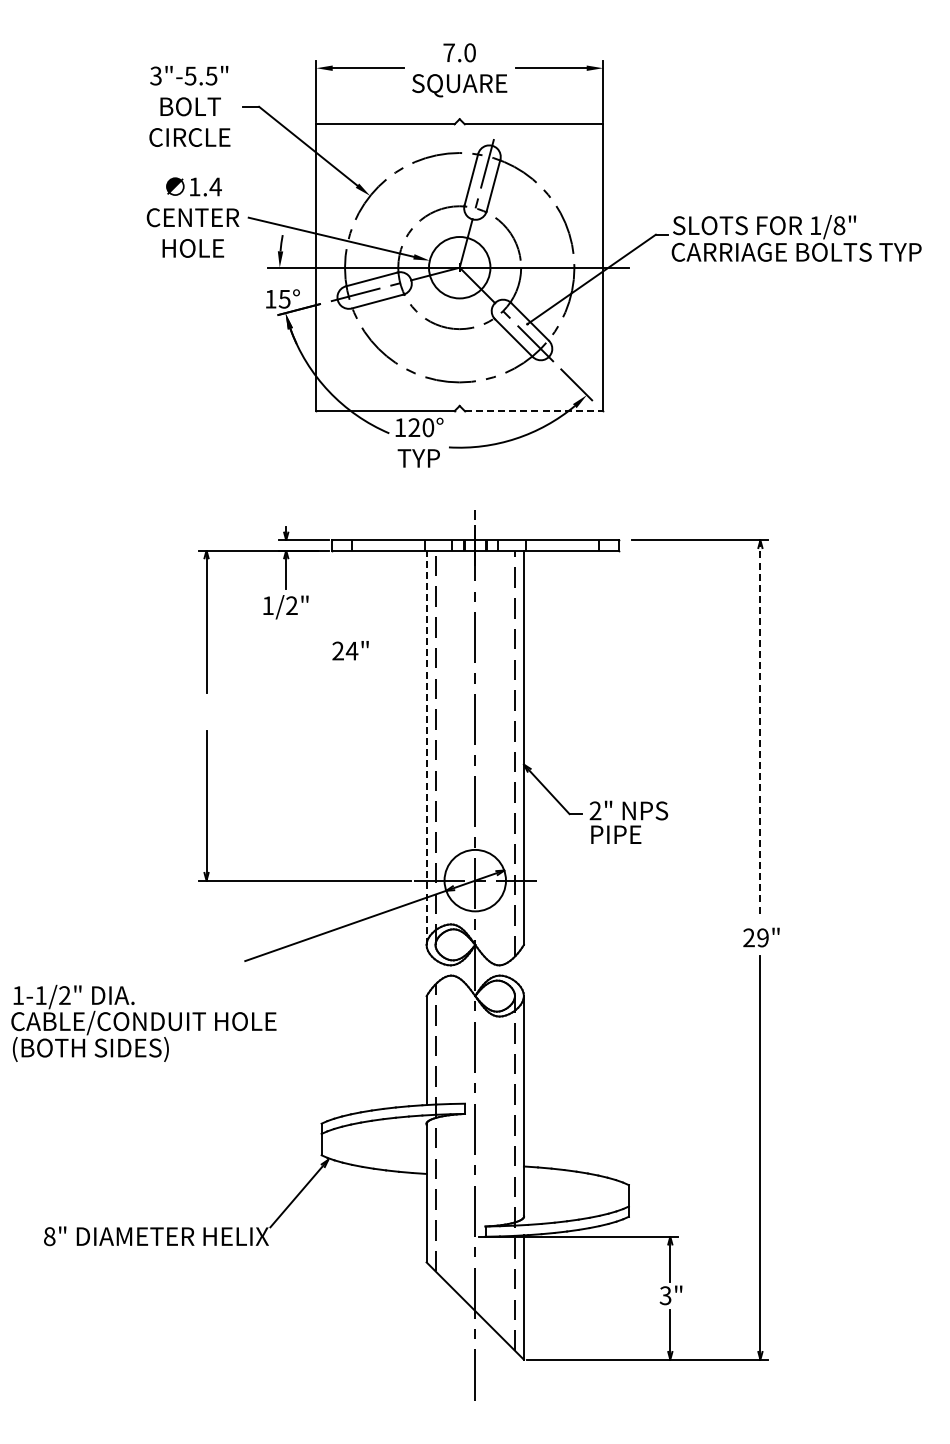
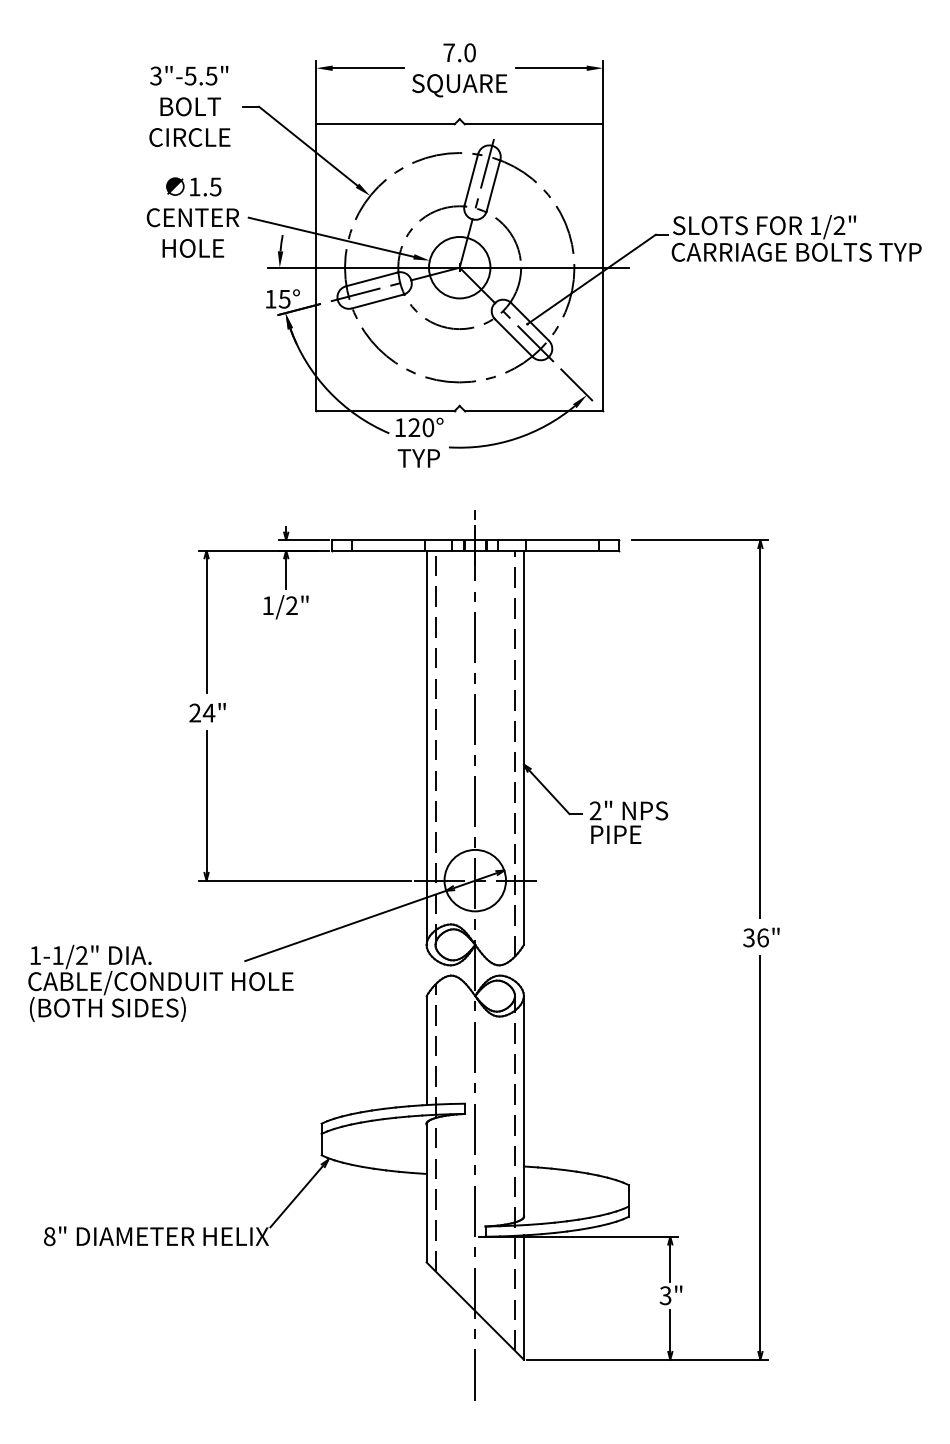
text at (215, 186): 1.4 -> 1.5
text at (839, 225): 1/8" -> 1/2"
line at (534, 411): dashed -> solid
text at (350, 650) position: (350, 650) -> (207, 712)
line at (760, 729): dashed -> solid
line at (426, 747): dashed -> solid
text at (755, 937): 29" -> 36"
text at (143, 1022) position: (143, 1022) -> (160, 982)
